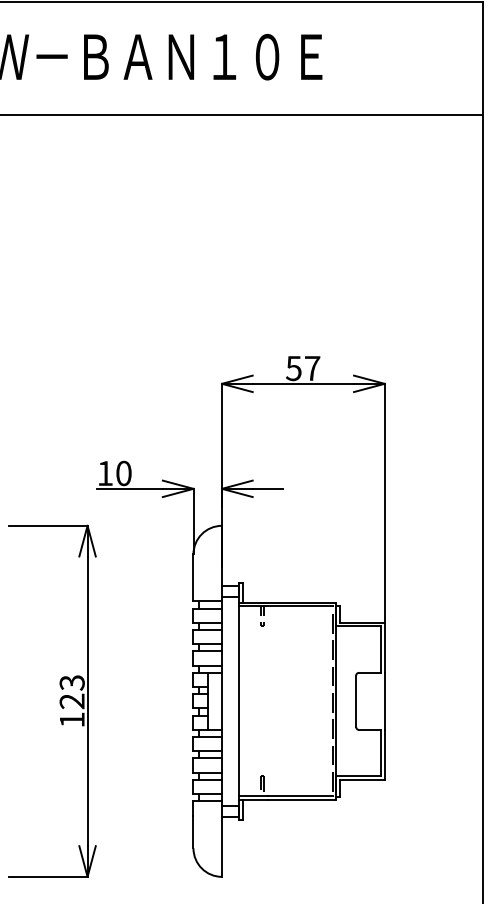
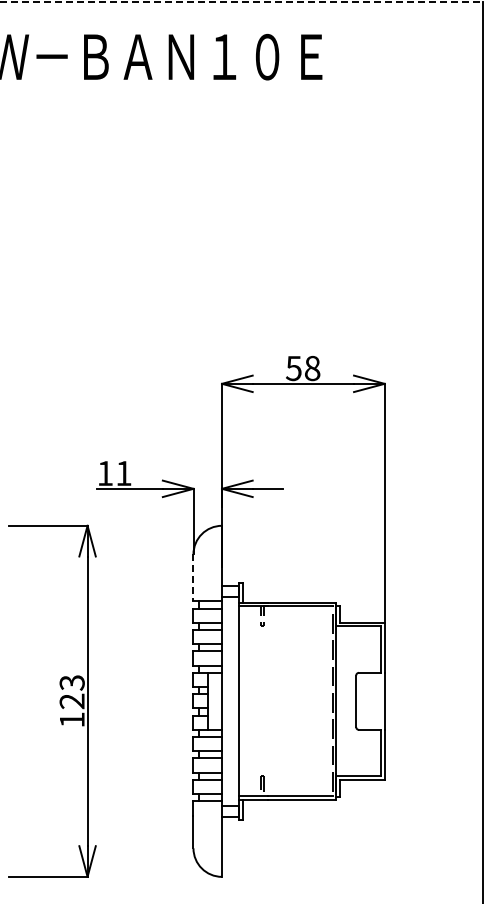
line at (241, 2): solid -> dashed
line at (242, 114): present -> none
text at (312, 368): 57 -> 58
text at (123, 473): 10 -> 11
line at (193, 577): solid -> dashed
